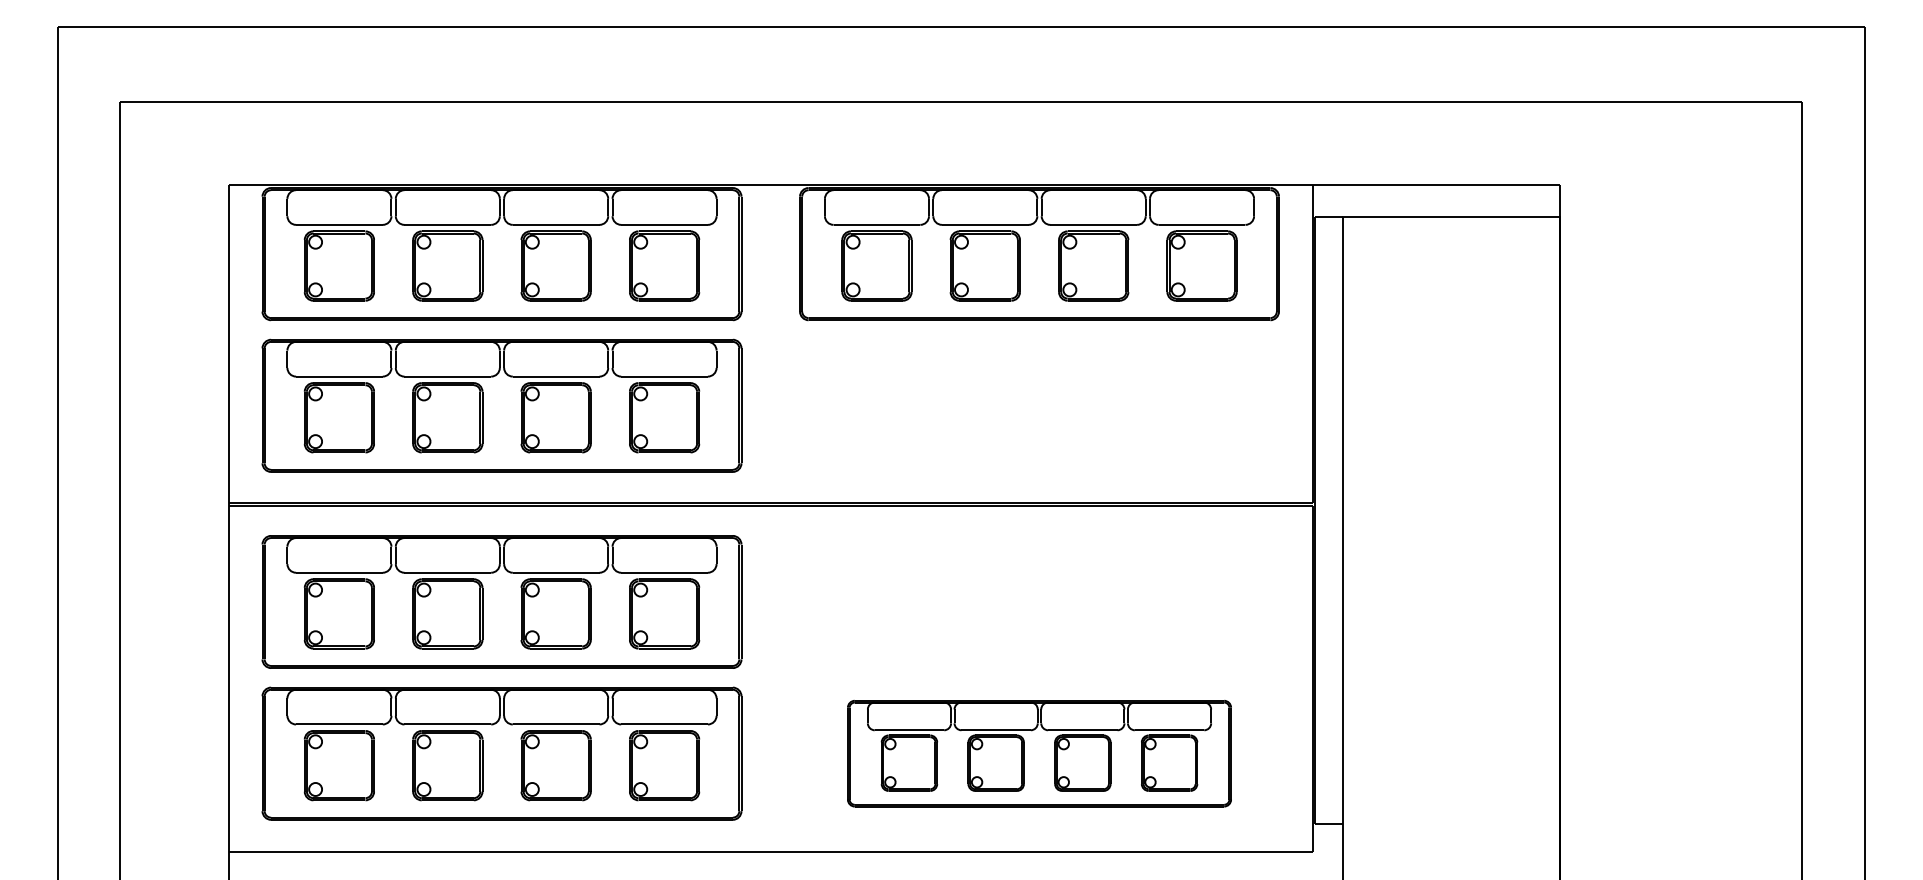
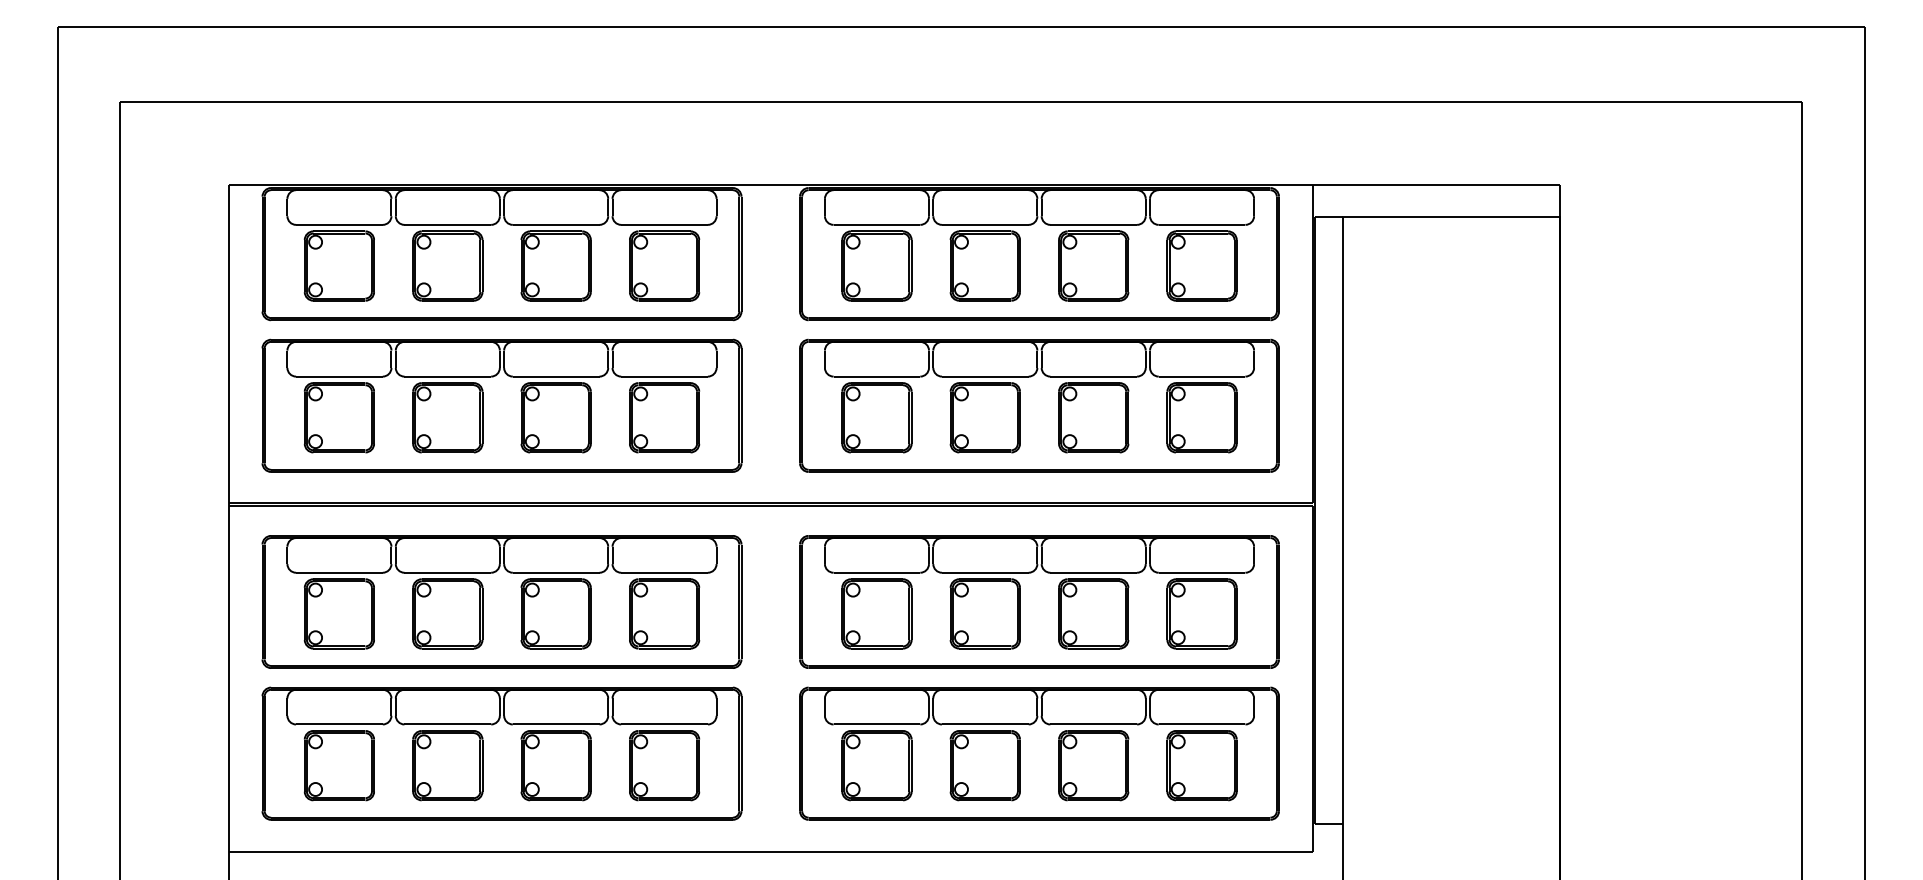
part at (1039, 405): none -> present
part at (1039, 601): none -> present
part at (1039, 753) size: 385x108 px -> 481x135 px
